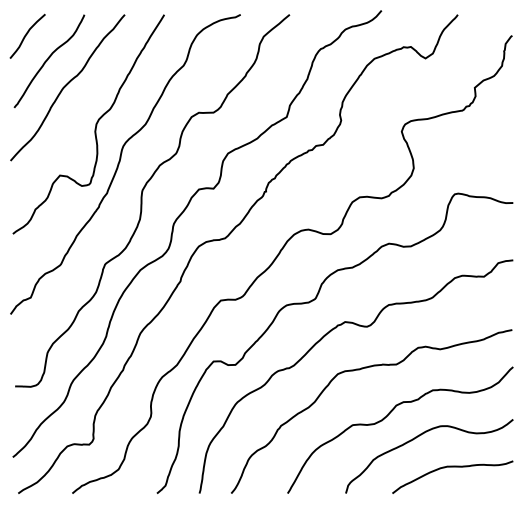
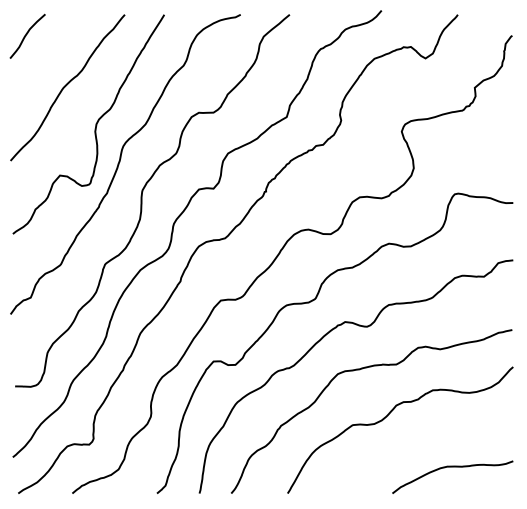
curve at (48, 59): present -> none
curve at (418, 437): present -> none
